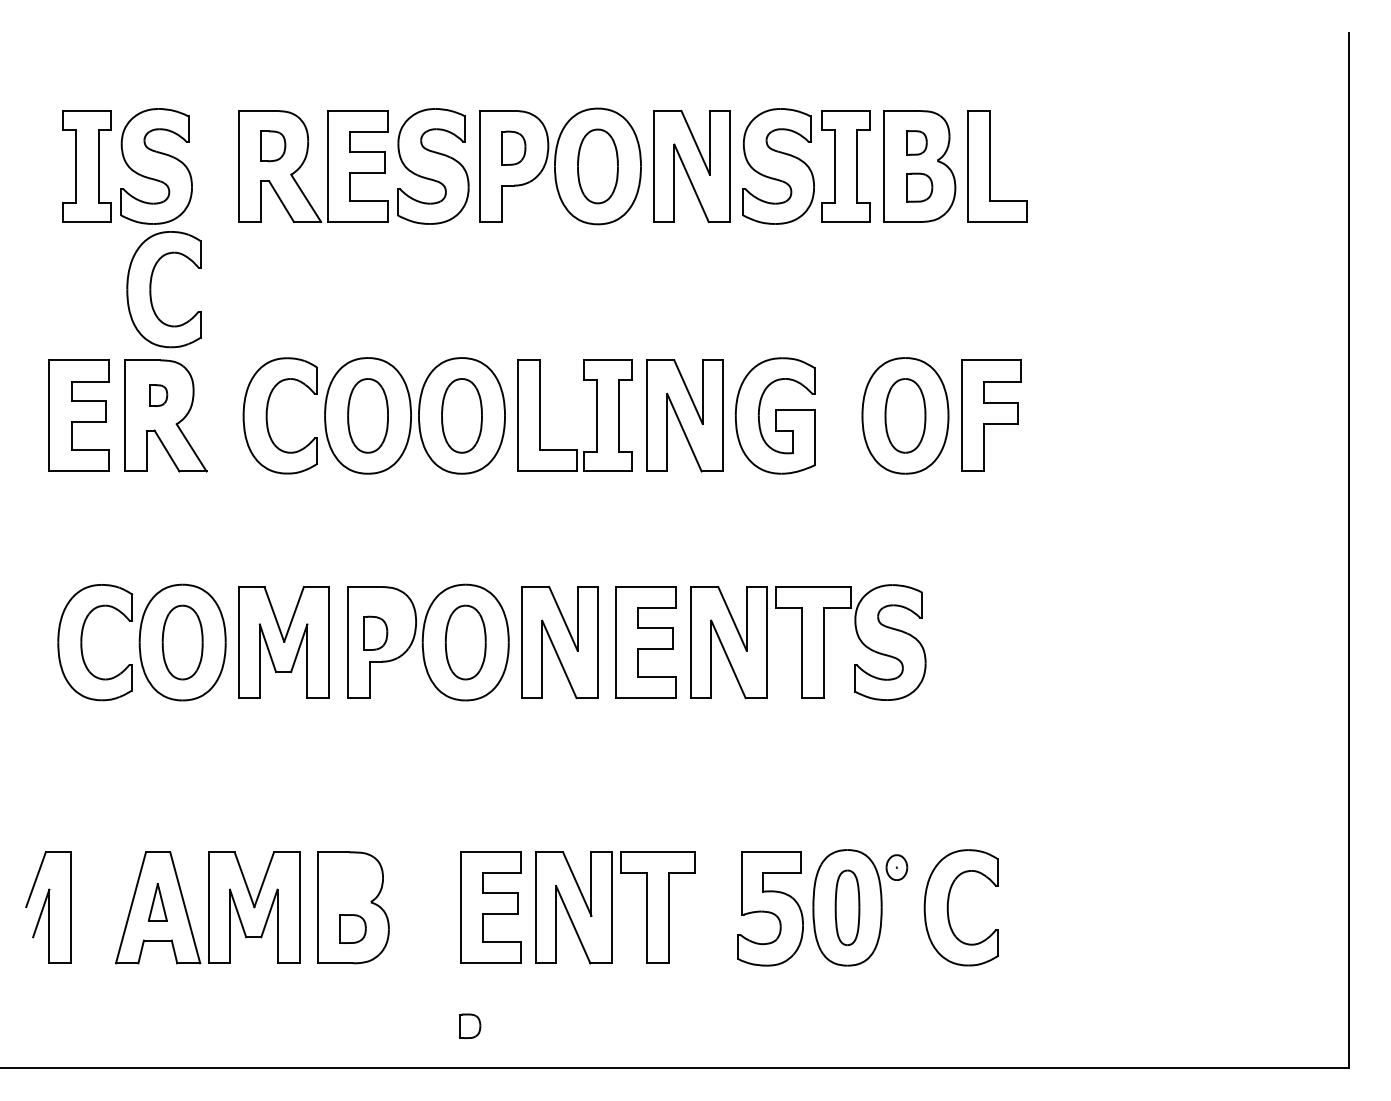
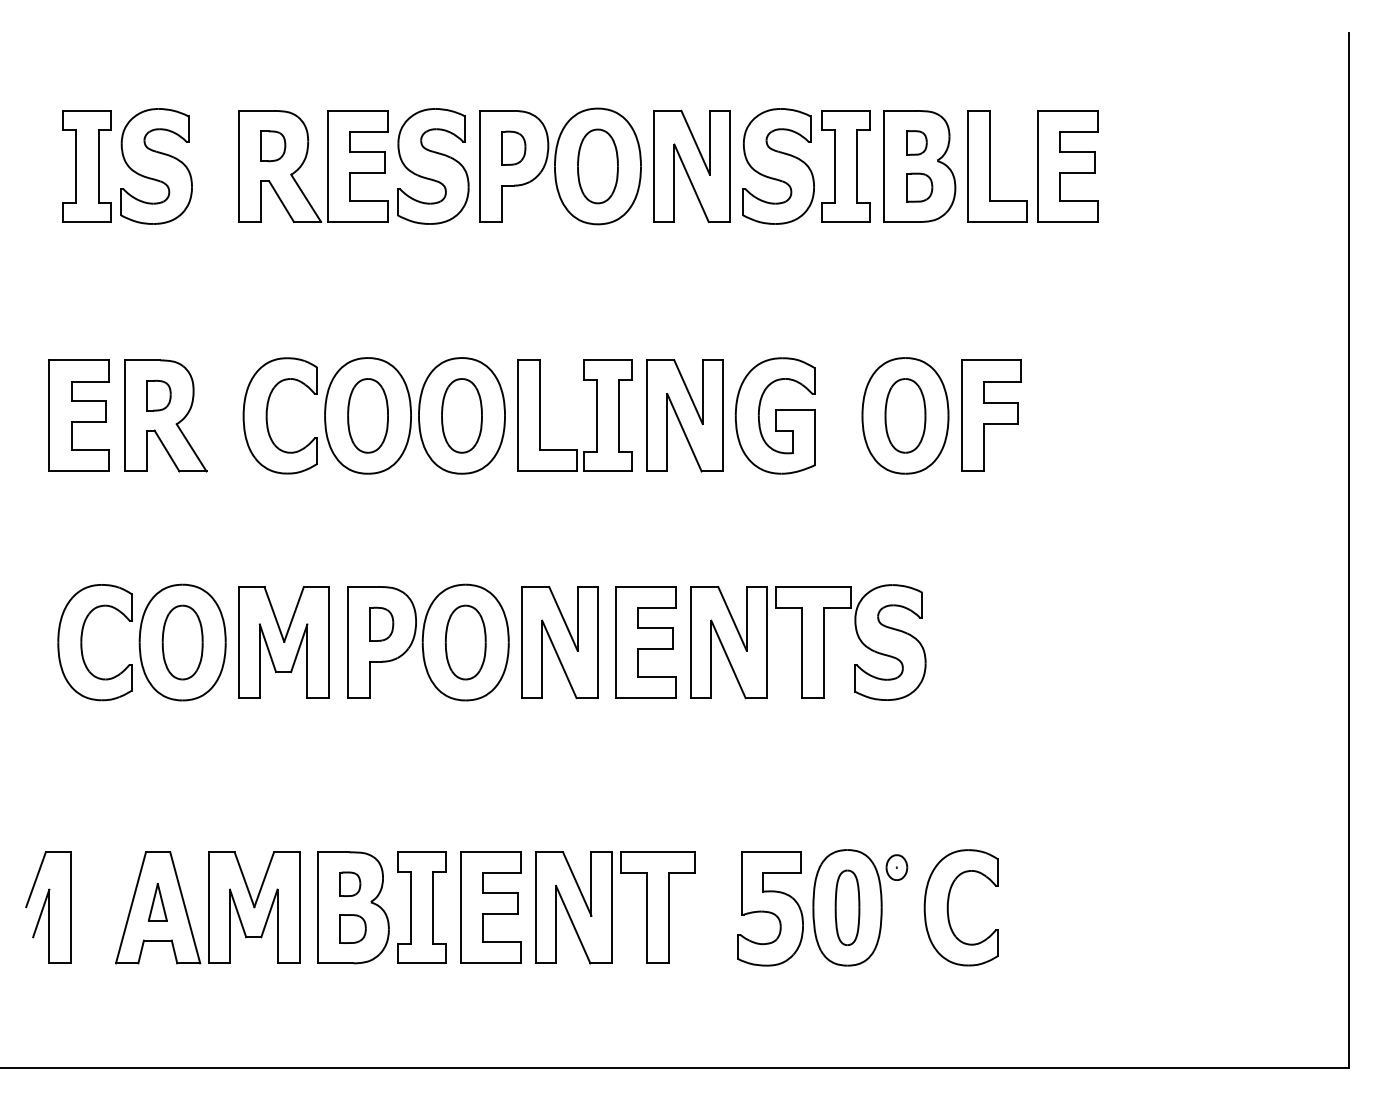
part at (1067, 166): none -> present
part at (151, 289): present -> none
part at (158, 395) size: 20x23 px -> 26x33 px
part at (375, 632) position: (375, 632) -> (381, 623)
part at (421, 907): none -> present
part at (470, 1025) position: (470, 1025) -> (350, 883)
